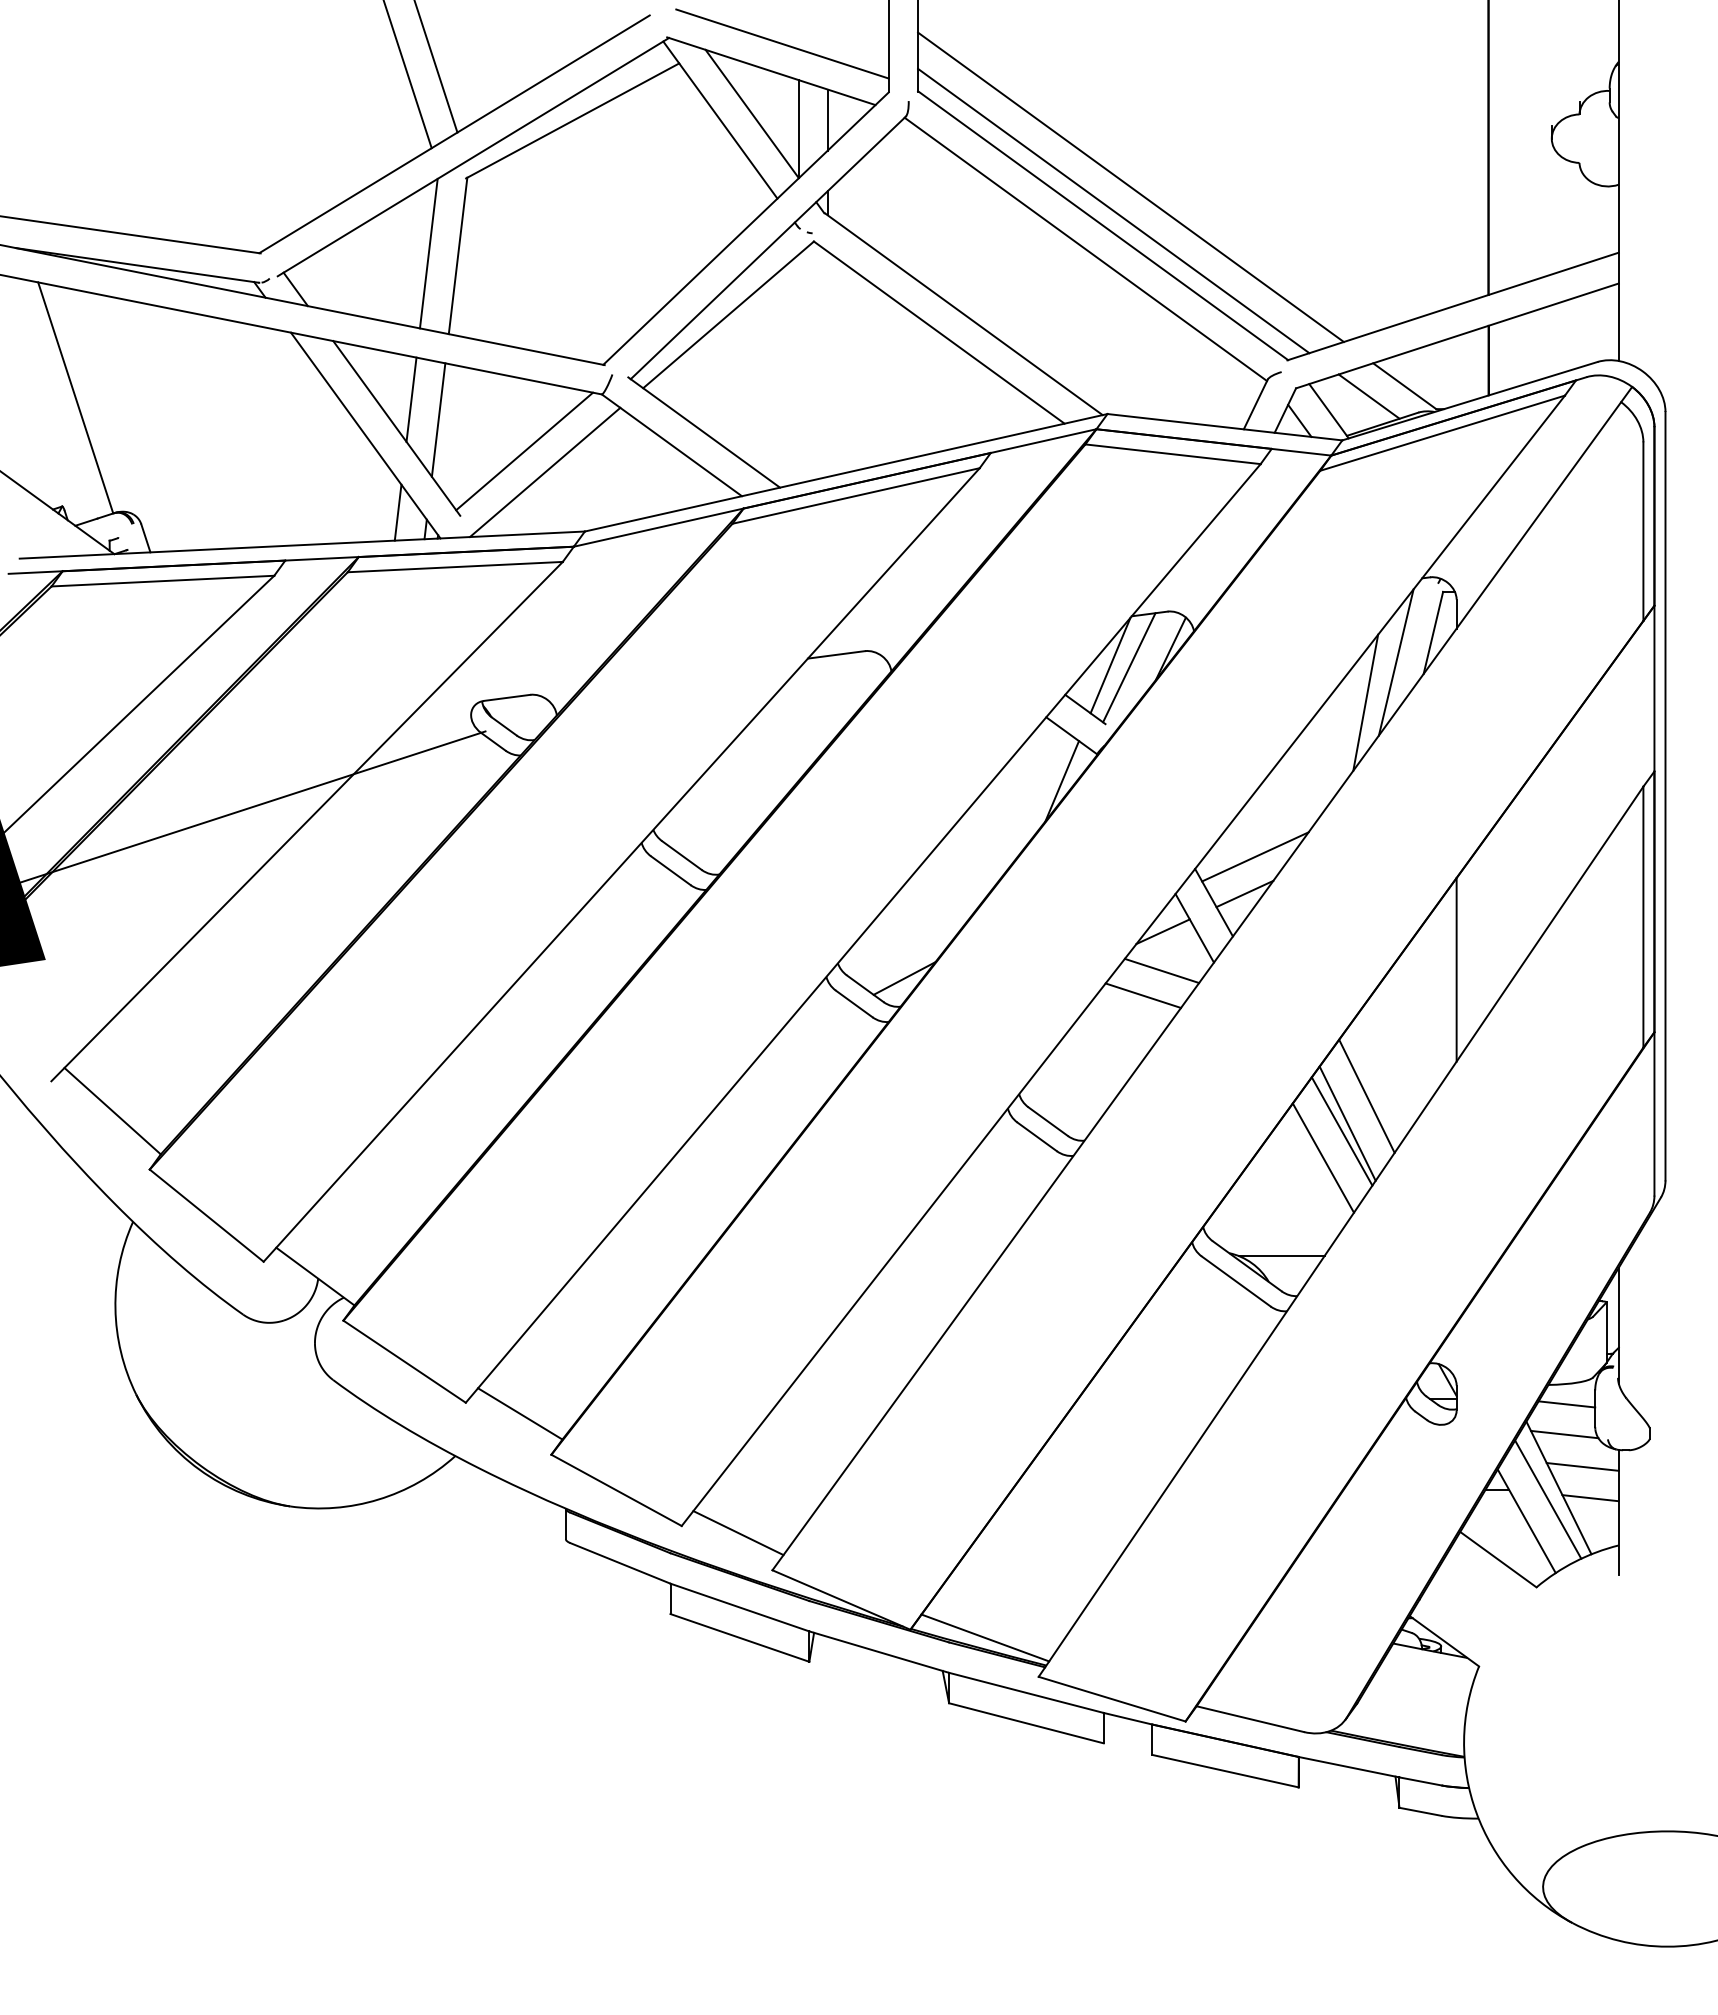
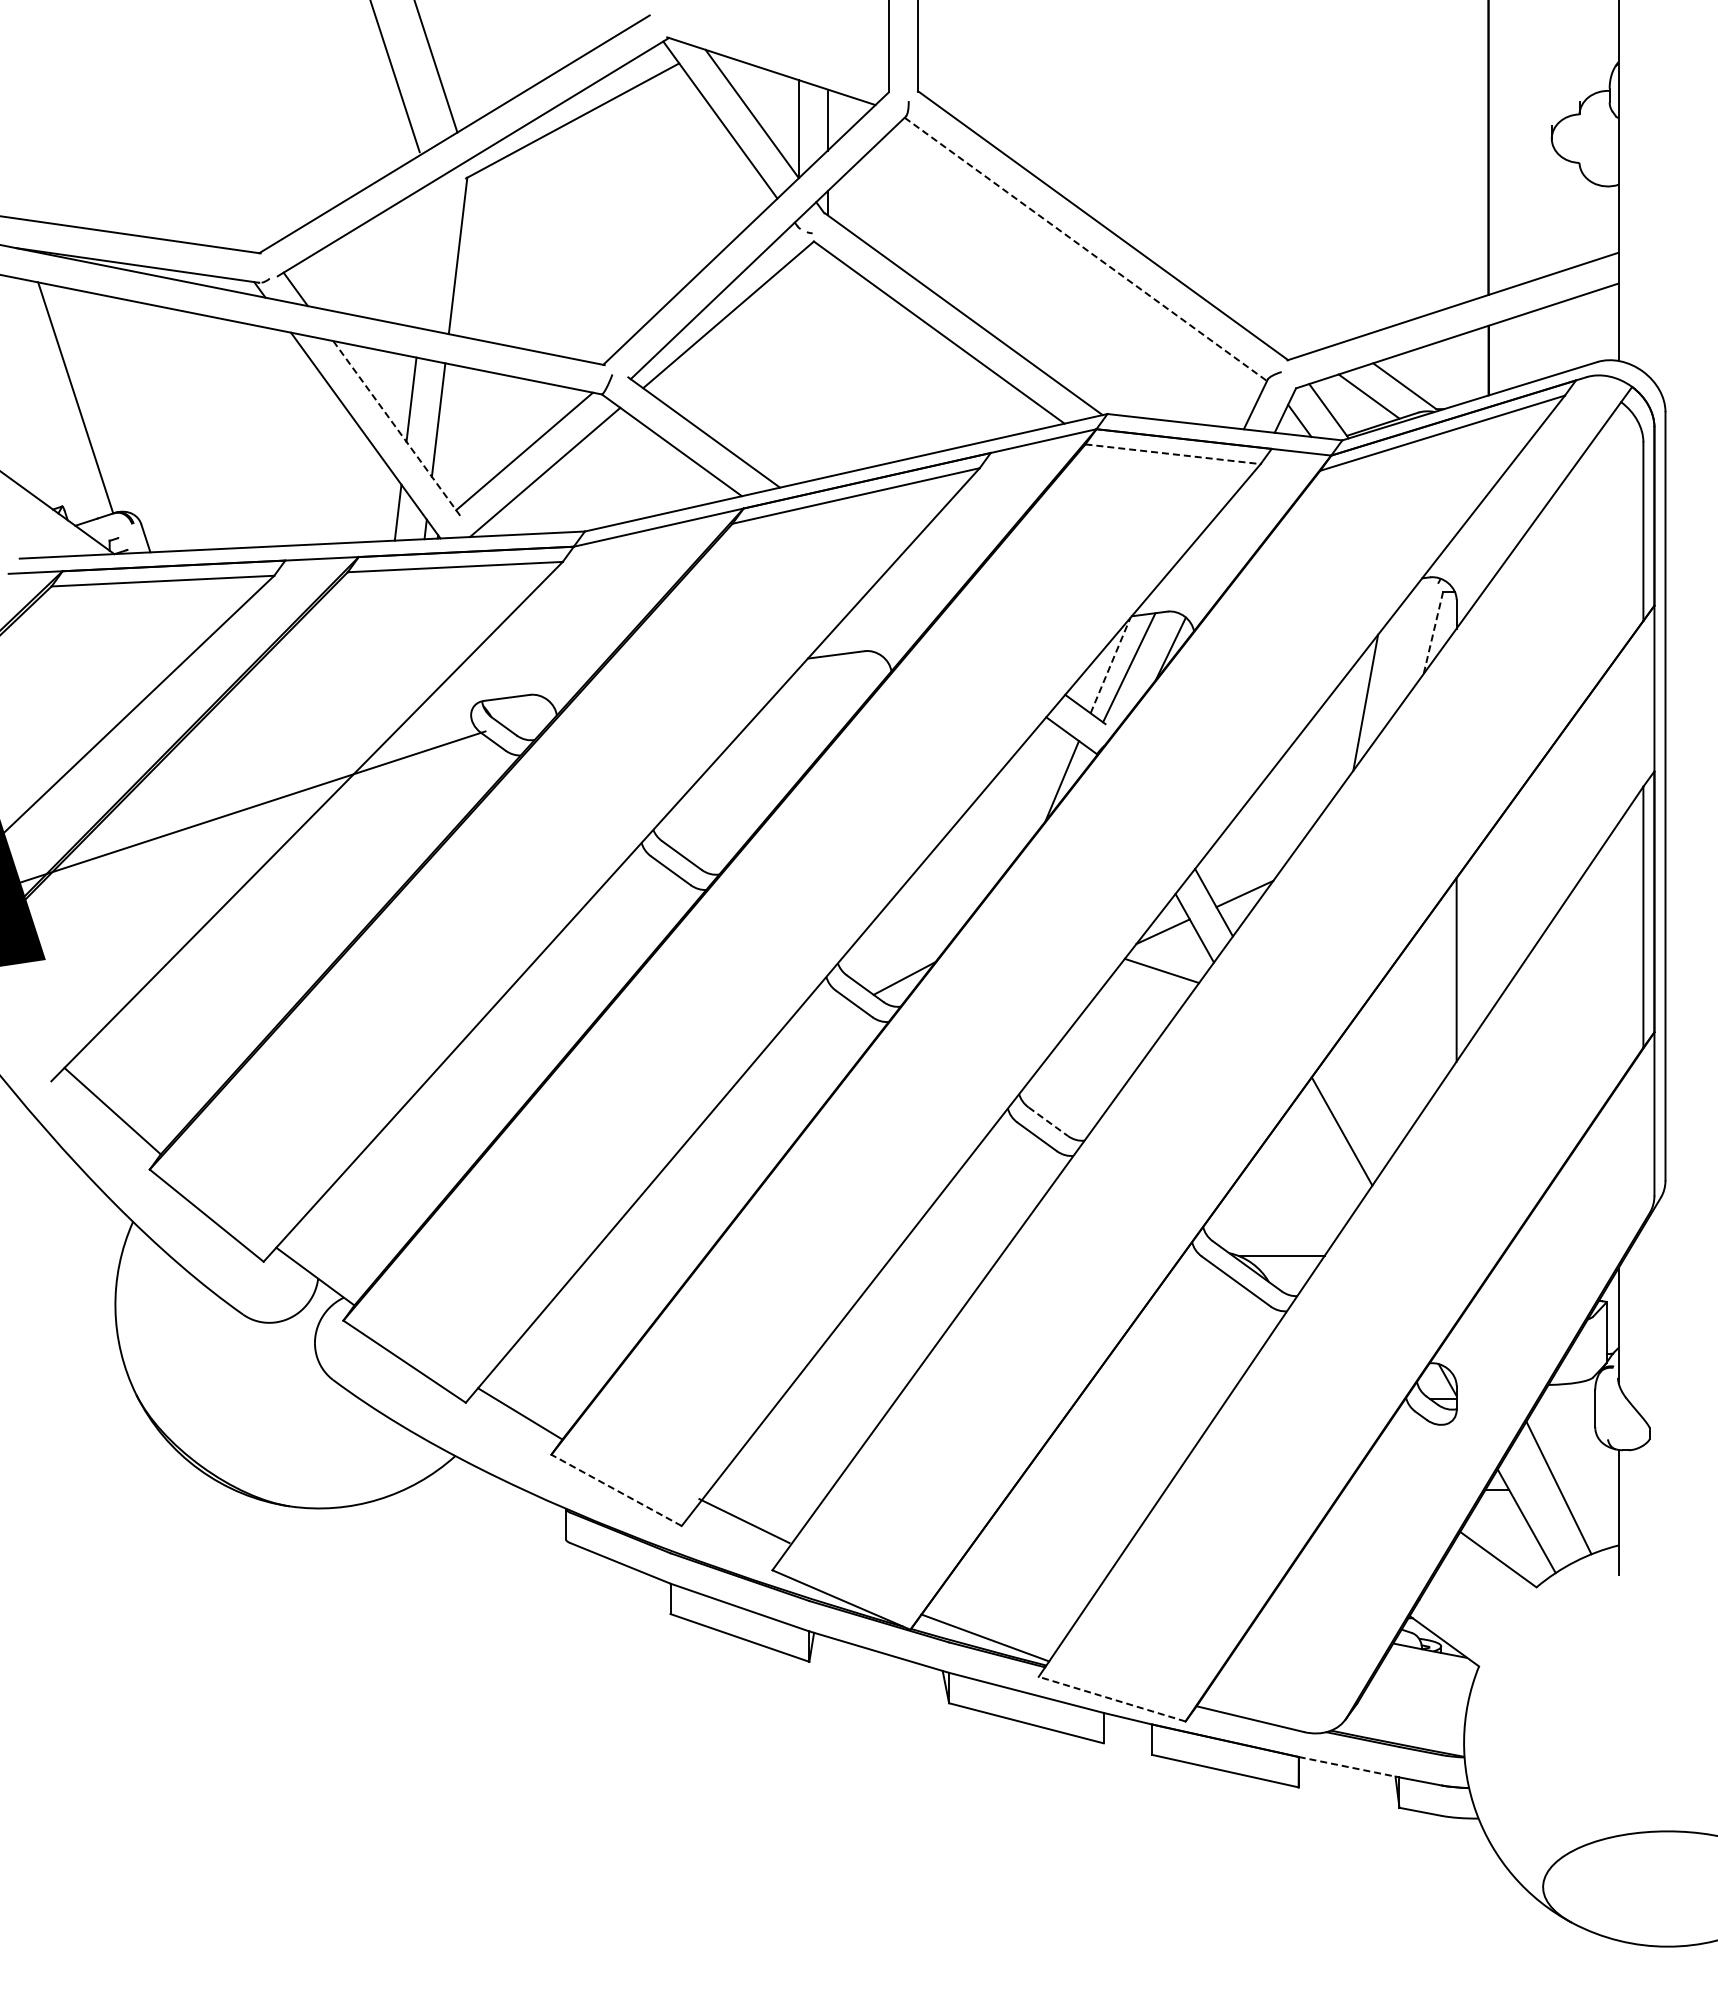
line at (782, 43): present -> none
line at (407, 75) position: (407, 75) -> (395, 77)
line at (1130, 187): present -> none
line at (1113, 210): present -> none
line at (1085, 249): solid -> dashed
line at (428, 253): present -> none
line at (396, 428): solid -> dashed
line at (1173, 454): solid -> dashed
line at (1433, 633): solid -> dashed
line at (1395, 662): present -> none
line at (1110, 665): solid -> dashed
line at (1255, 856): present -> none
line at (1143, 995): present -> none
line at (1366, 1095): present -> none
line at (1048, 1121): solid -> dashed
line at (1347, 1123): present -> none
line at (1322, 1157): present -> none
line at (1566, 1404): present -> none
line at (1564, 1434): present -> none
line at (1582, 1466): present -> none
line at (616, 1490): solid -> dashed
line at (1590, 1498): present -> none
line at (1548, 1499): present -> none
line at (738, 1533) position: (738, 1533) -> (744, 1521)
line at (1112, 1699): solid -> dashed
line at (1349, 1767): solid -> dashed
